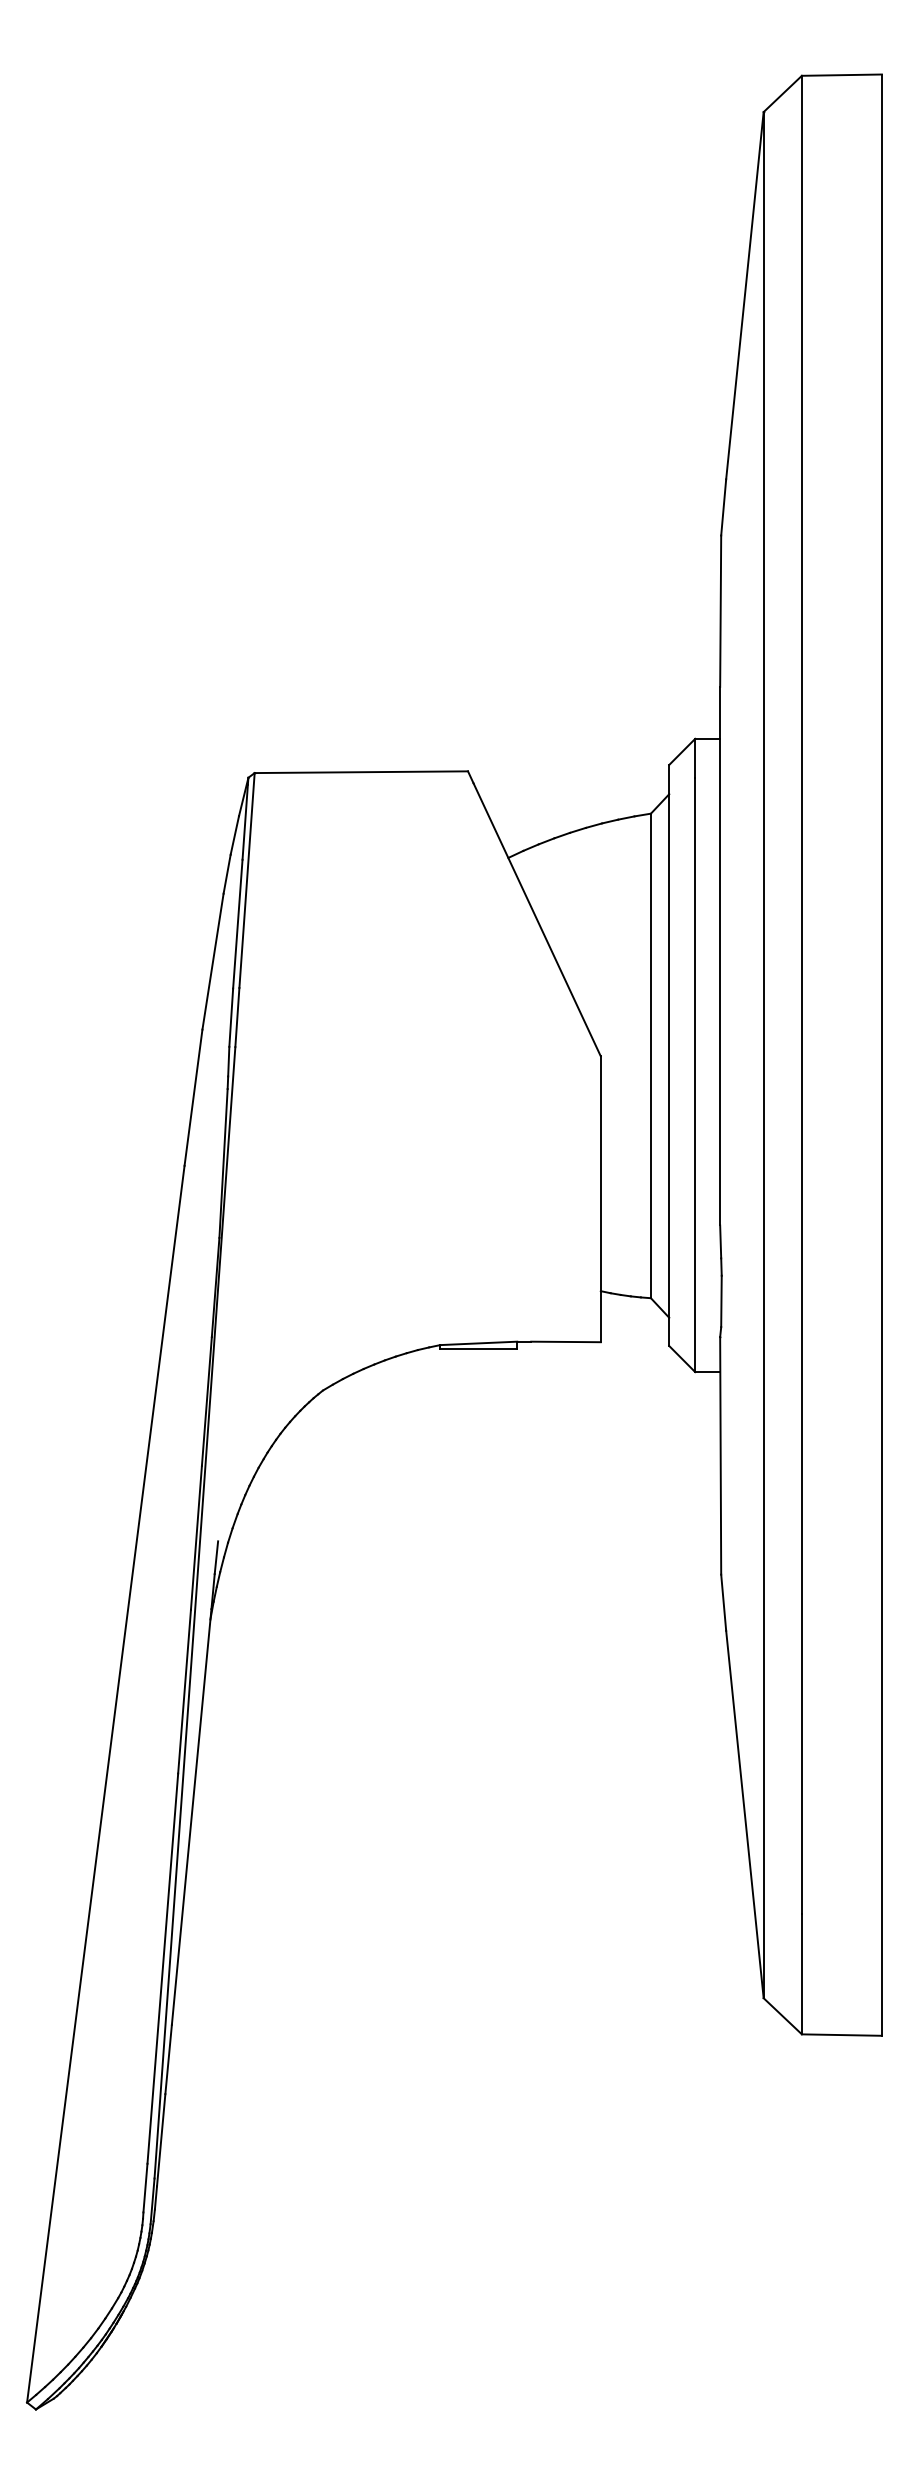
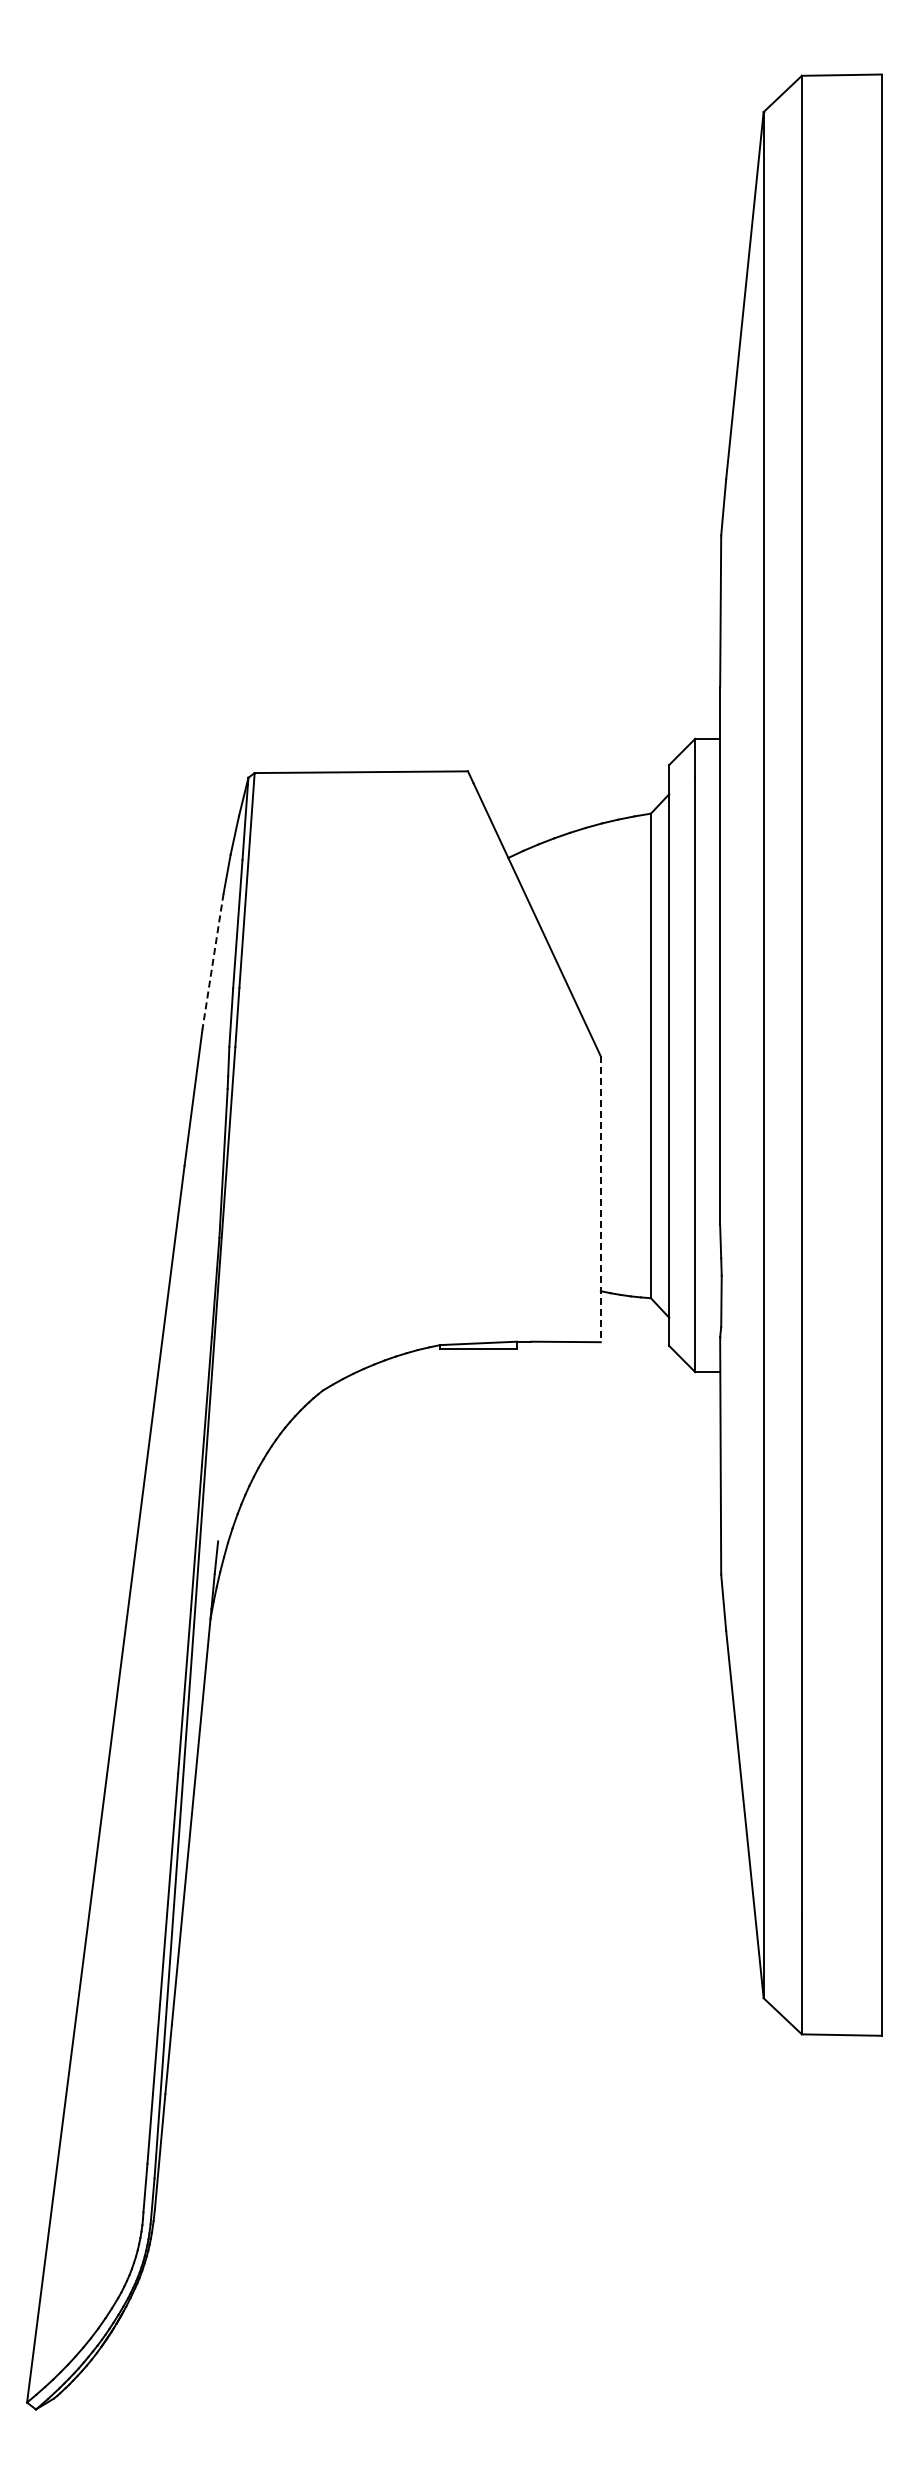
line at (213, 961): solid -> dashed
line at (600, 1199): solid -> dashed
